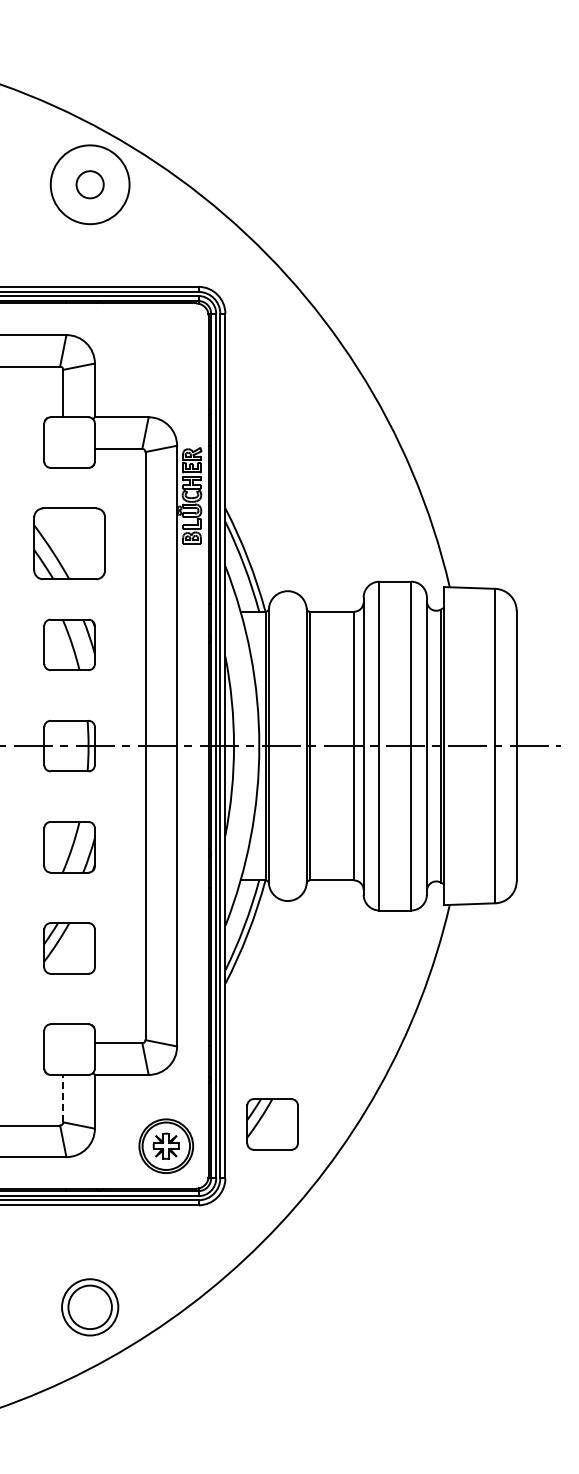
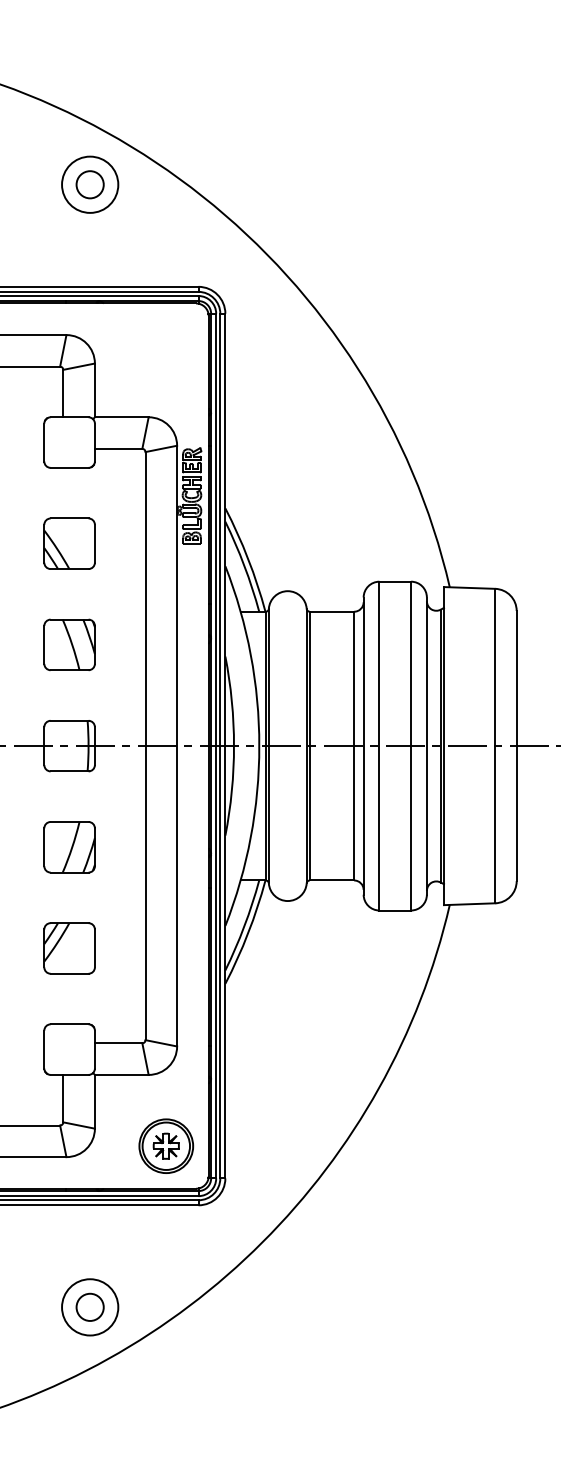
circle at (89, 184) diameter: 79 px -> 56 px
part at (69, 543) size: 73x74 px -> 53x53 px
line at (63, 1098): dashed -> solid
part at (272, 1124): present -> none
circle at (89, 1307) diameter: 44 px -> 27 px
